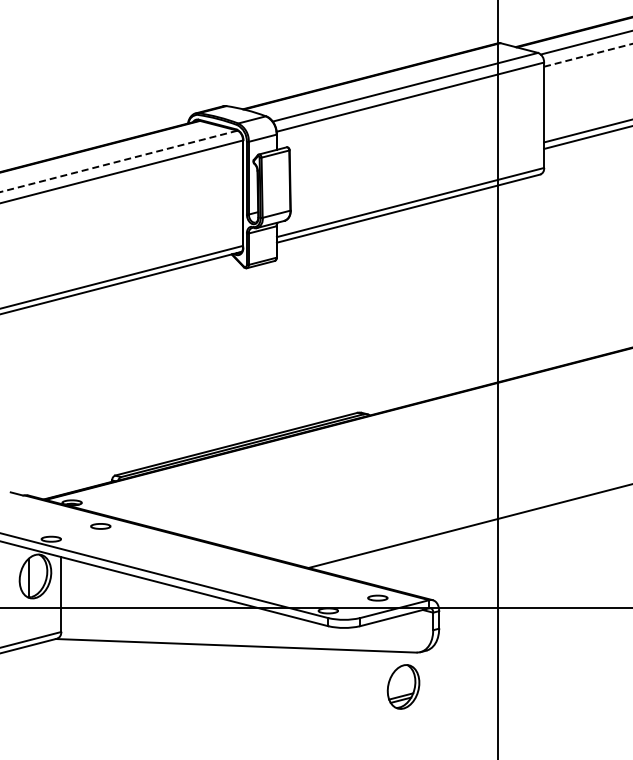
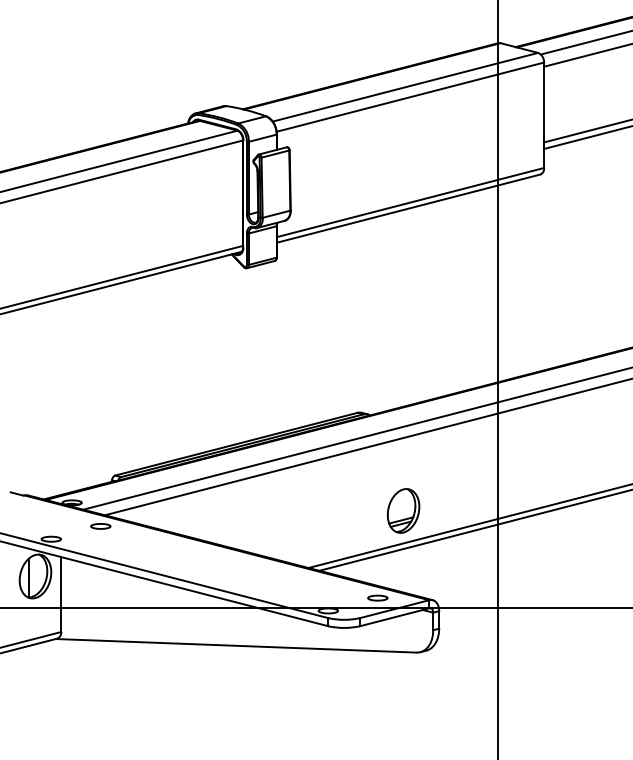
line at (588, 55): dashed -> solid
line at (118, 161): dashed -> solid
line at (356, 438): none -> present
line at (366, 447): none -> present
line at (474, 530): none -> present
part at (403, 686) position: (403, 686) -> (403, 510)
